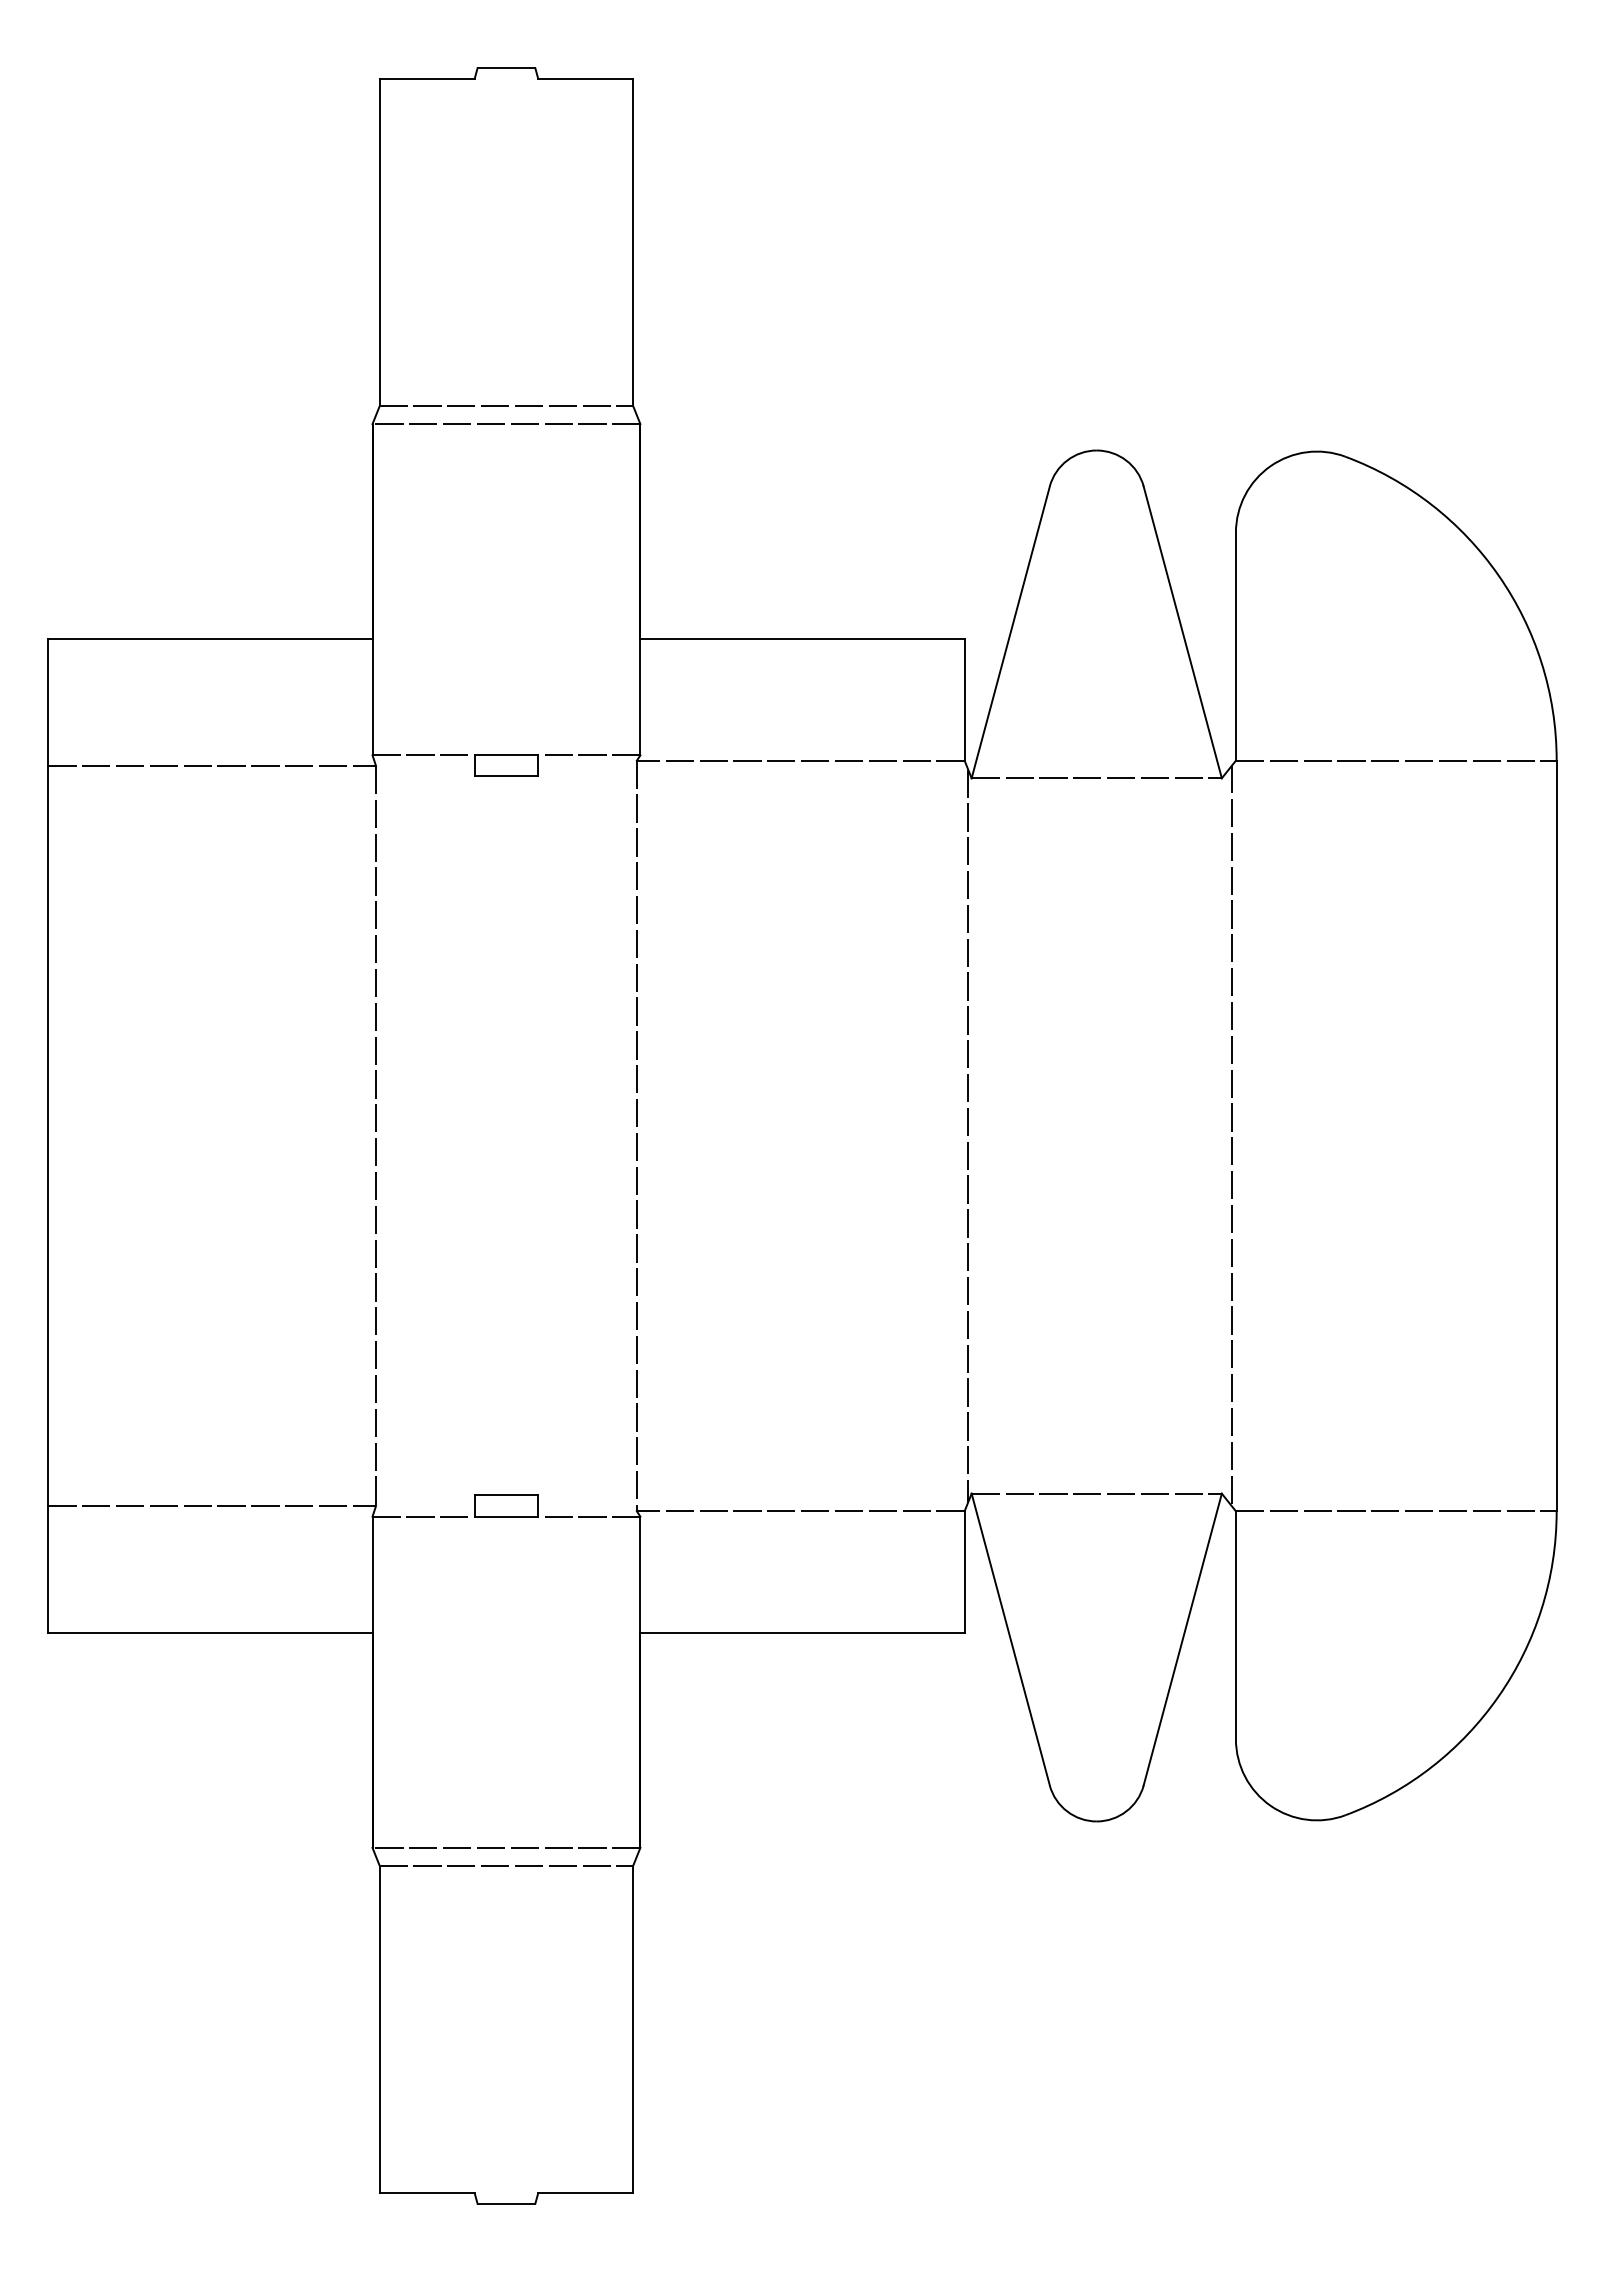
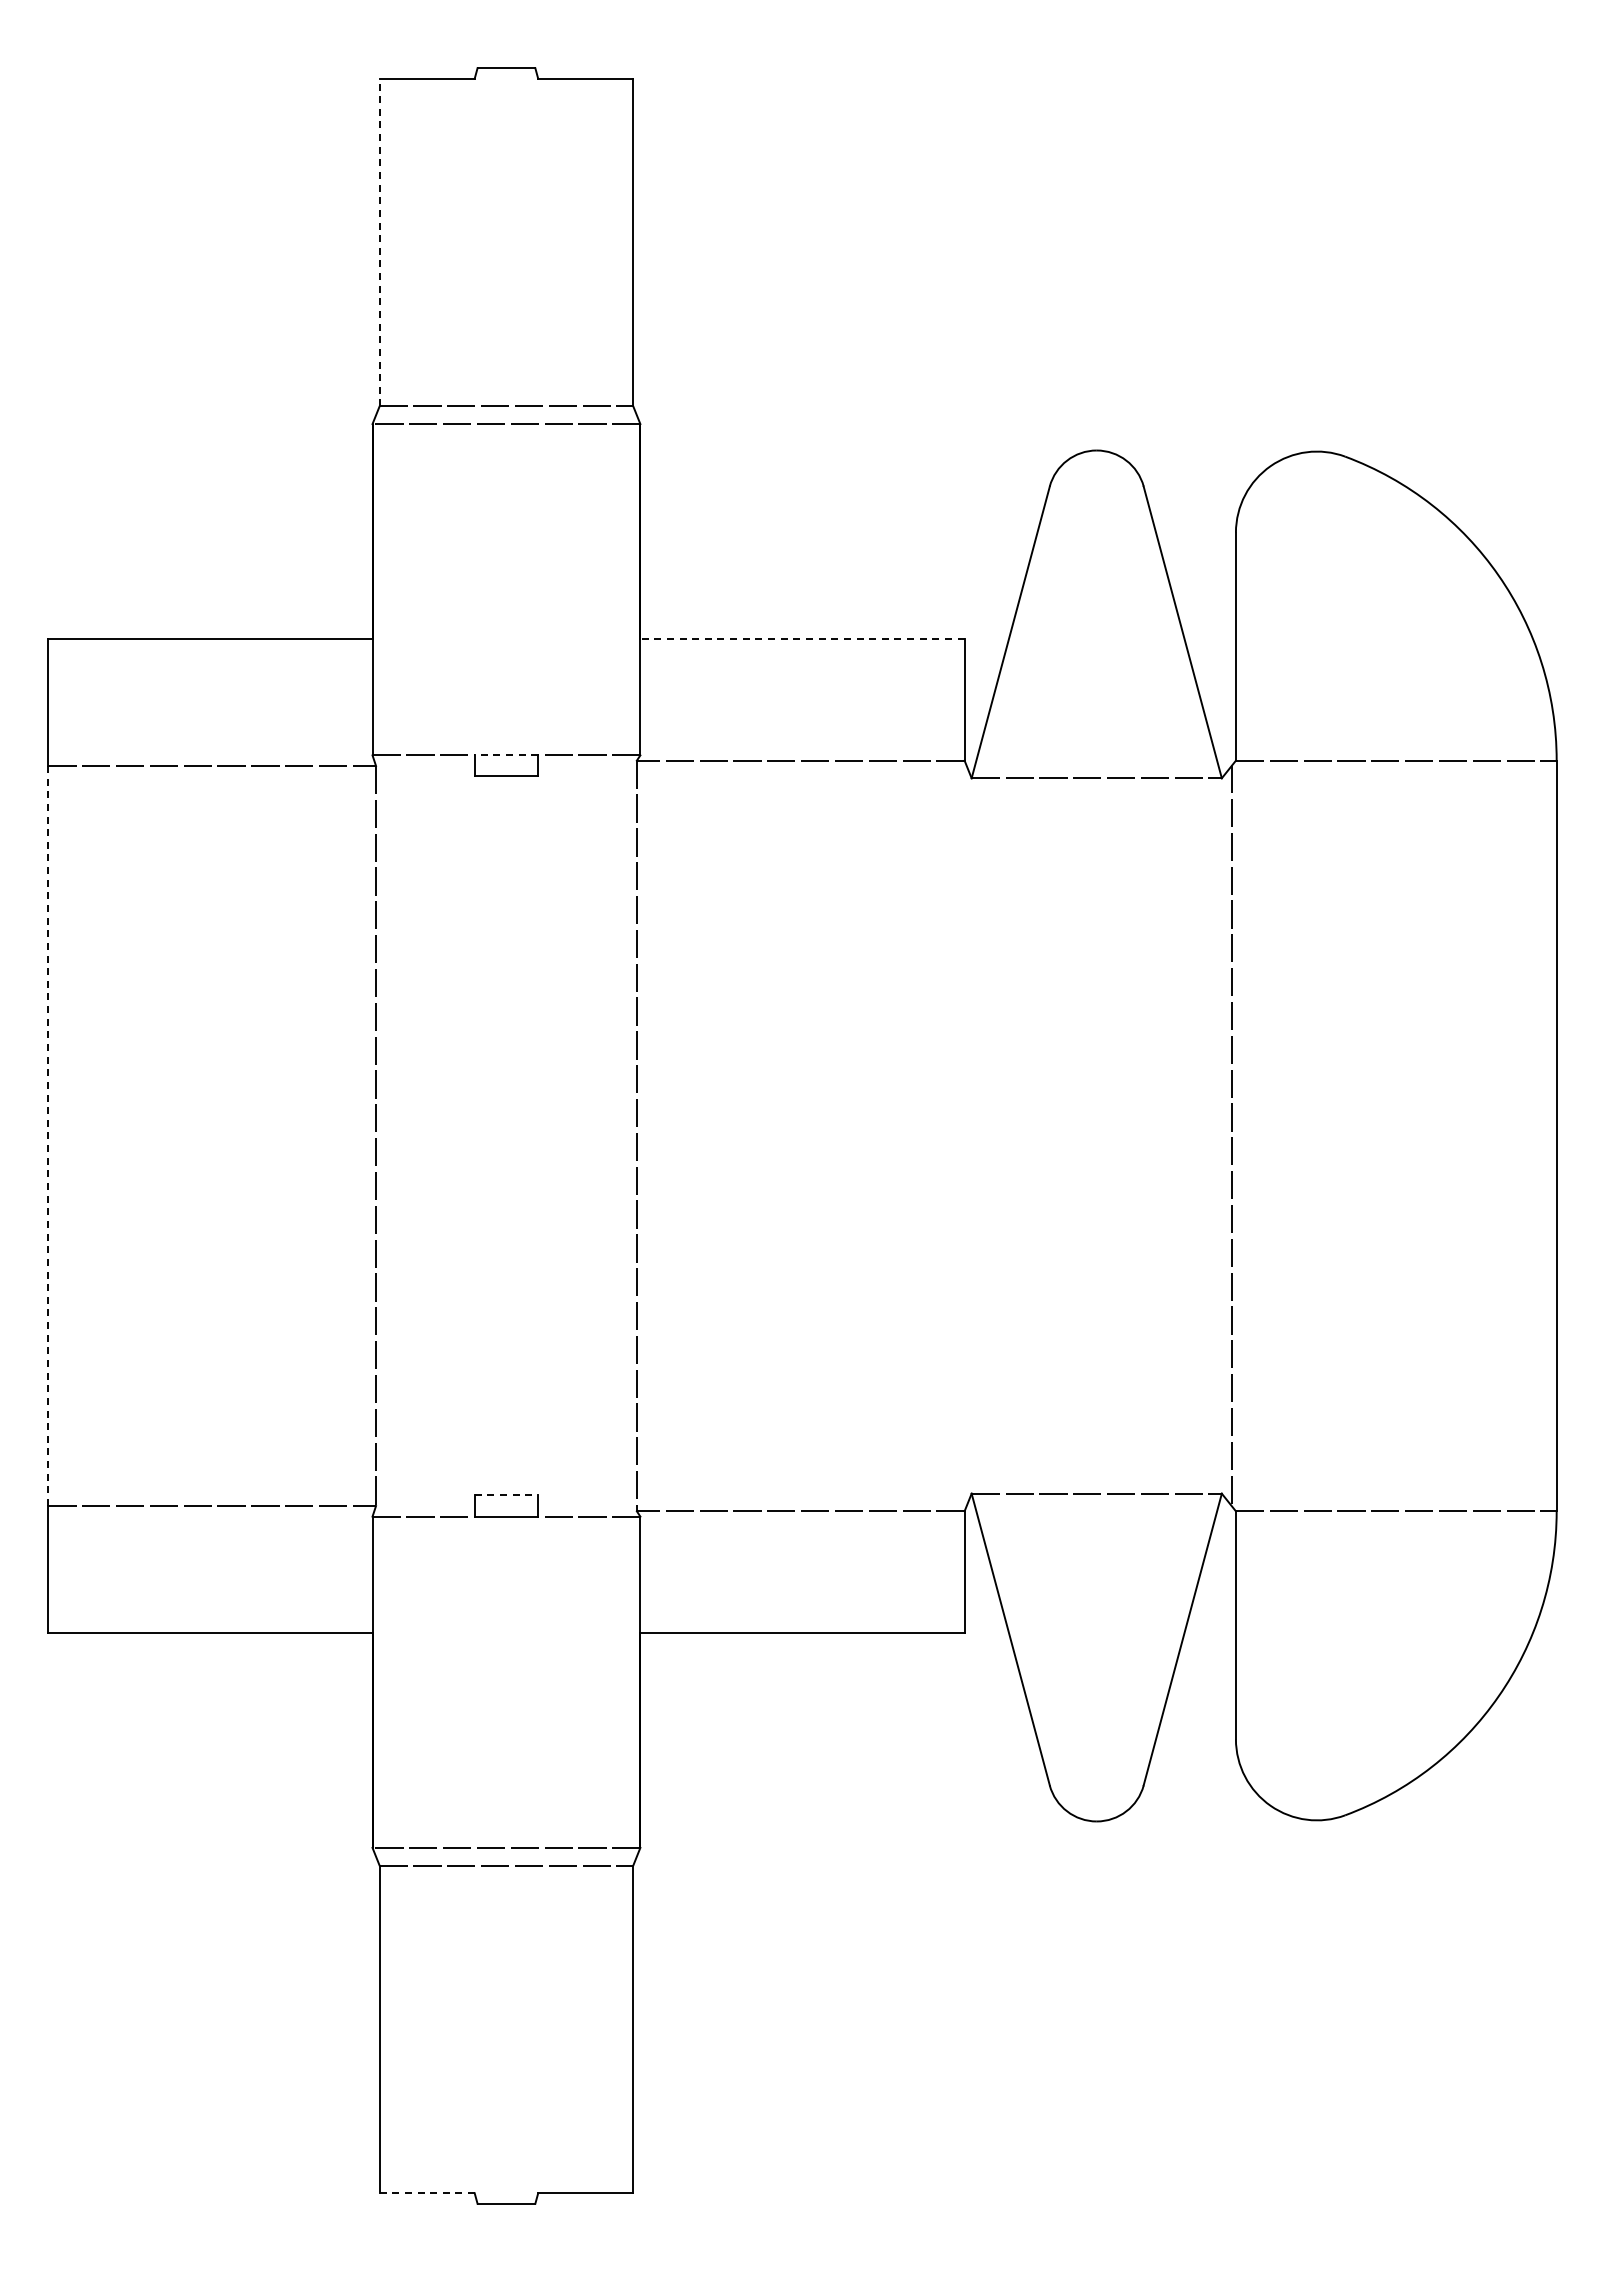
line at (379, 242): solid -> dashed
line at (802, 639): solid -> dashed
line at (506, 755): solid -> dashed
line at (968, 1135): present -> none
line at (48, 1136): solid -> dashed
line at (506, 1495): solid -> dashed
line at (427, 2193): solid -> dashed
